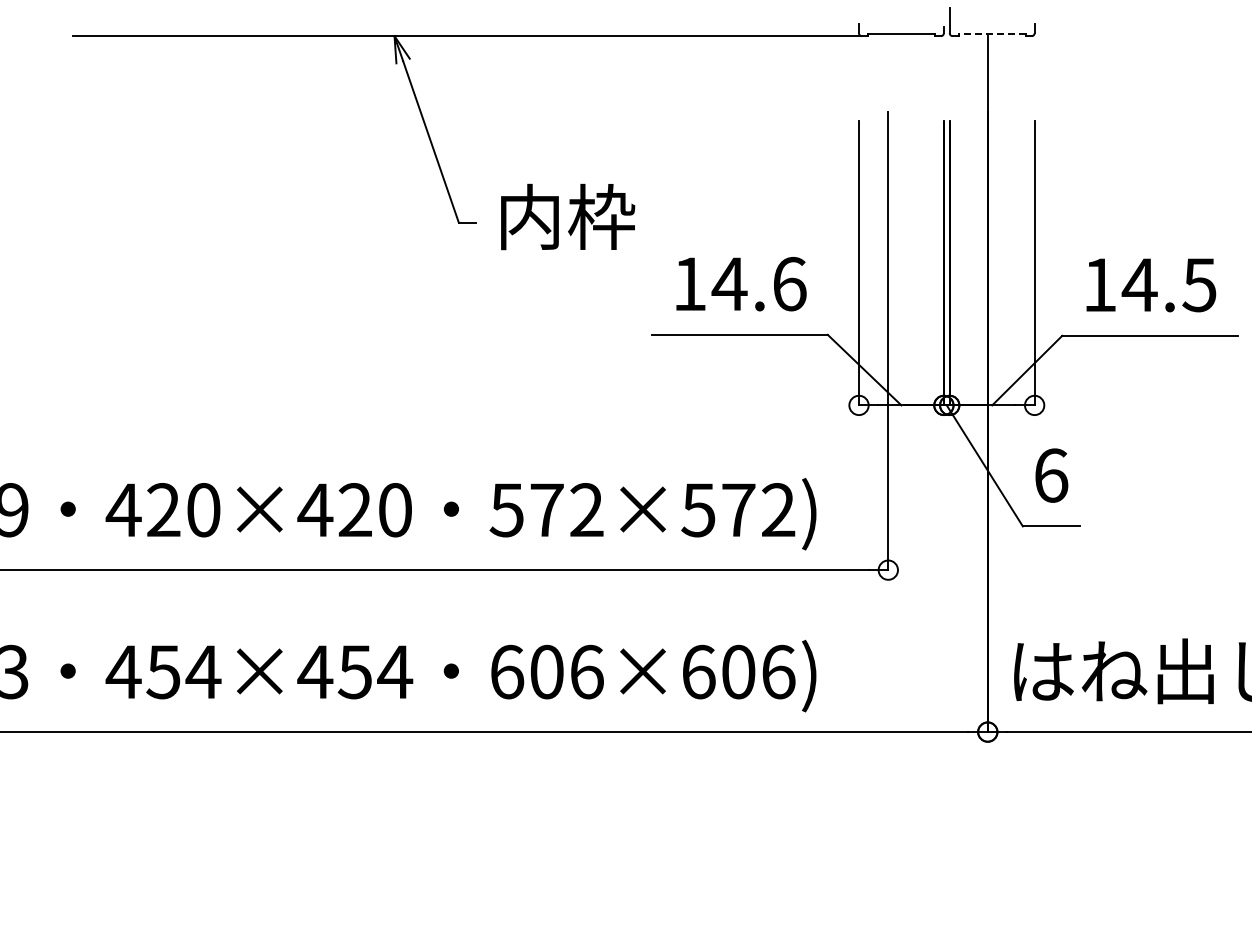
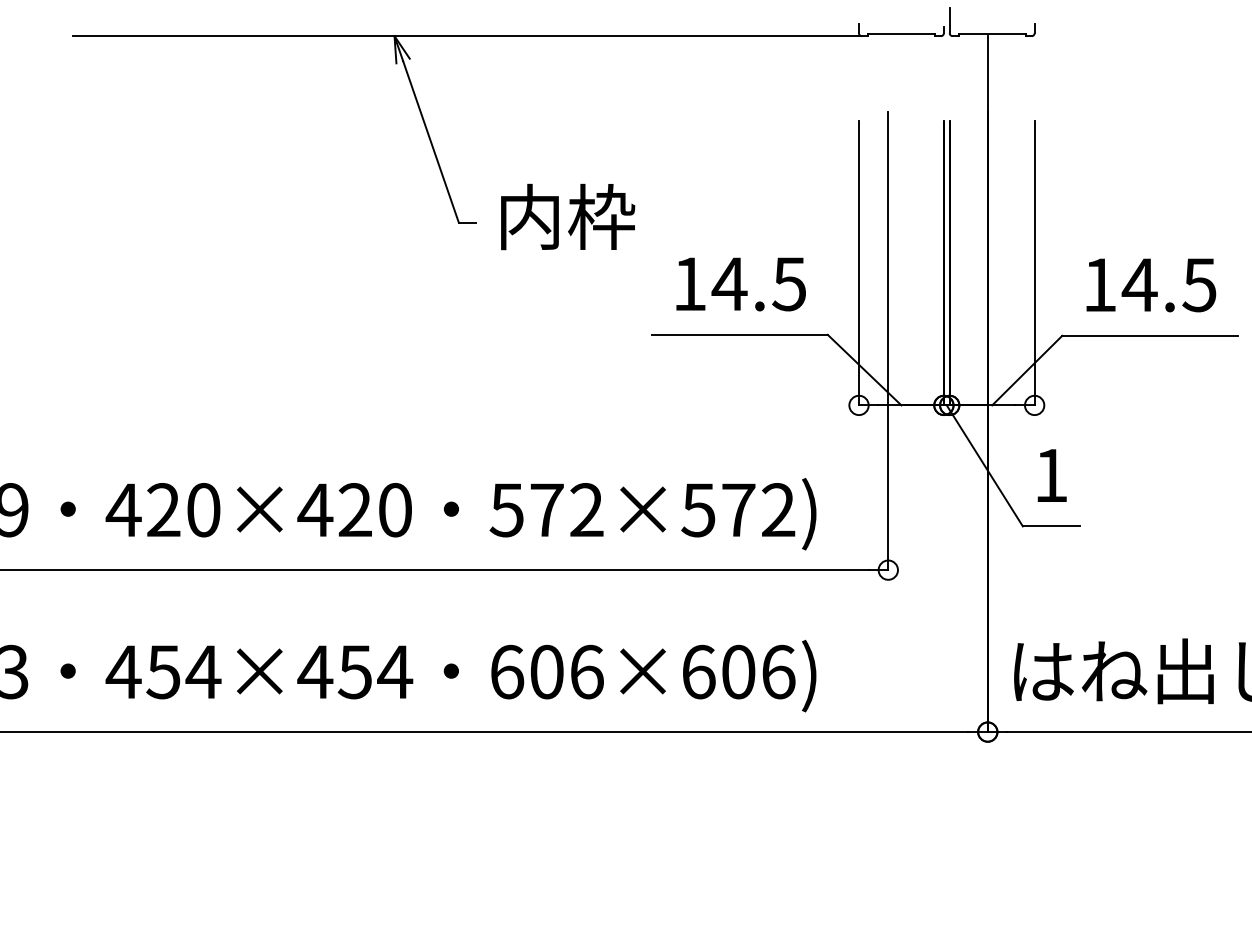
line at (992, 34): dashed -> solid
text at (789, 283): 14.6 -> 14.5
text at (1051, 475): 6 -> 1
